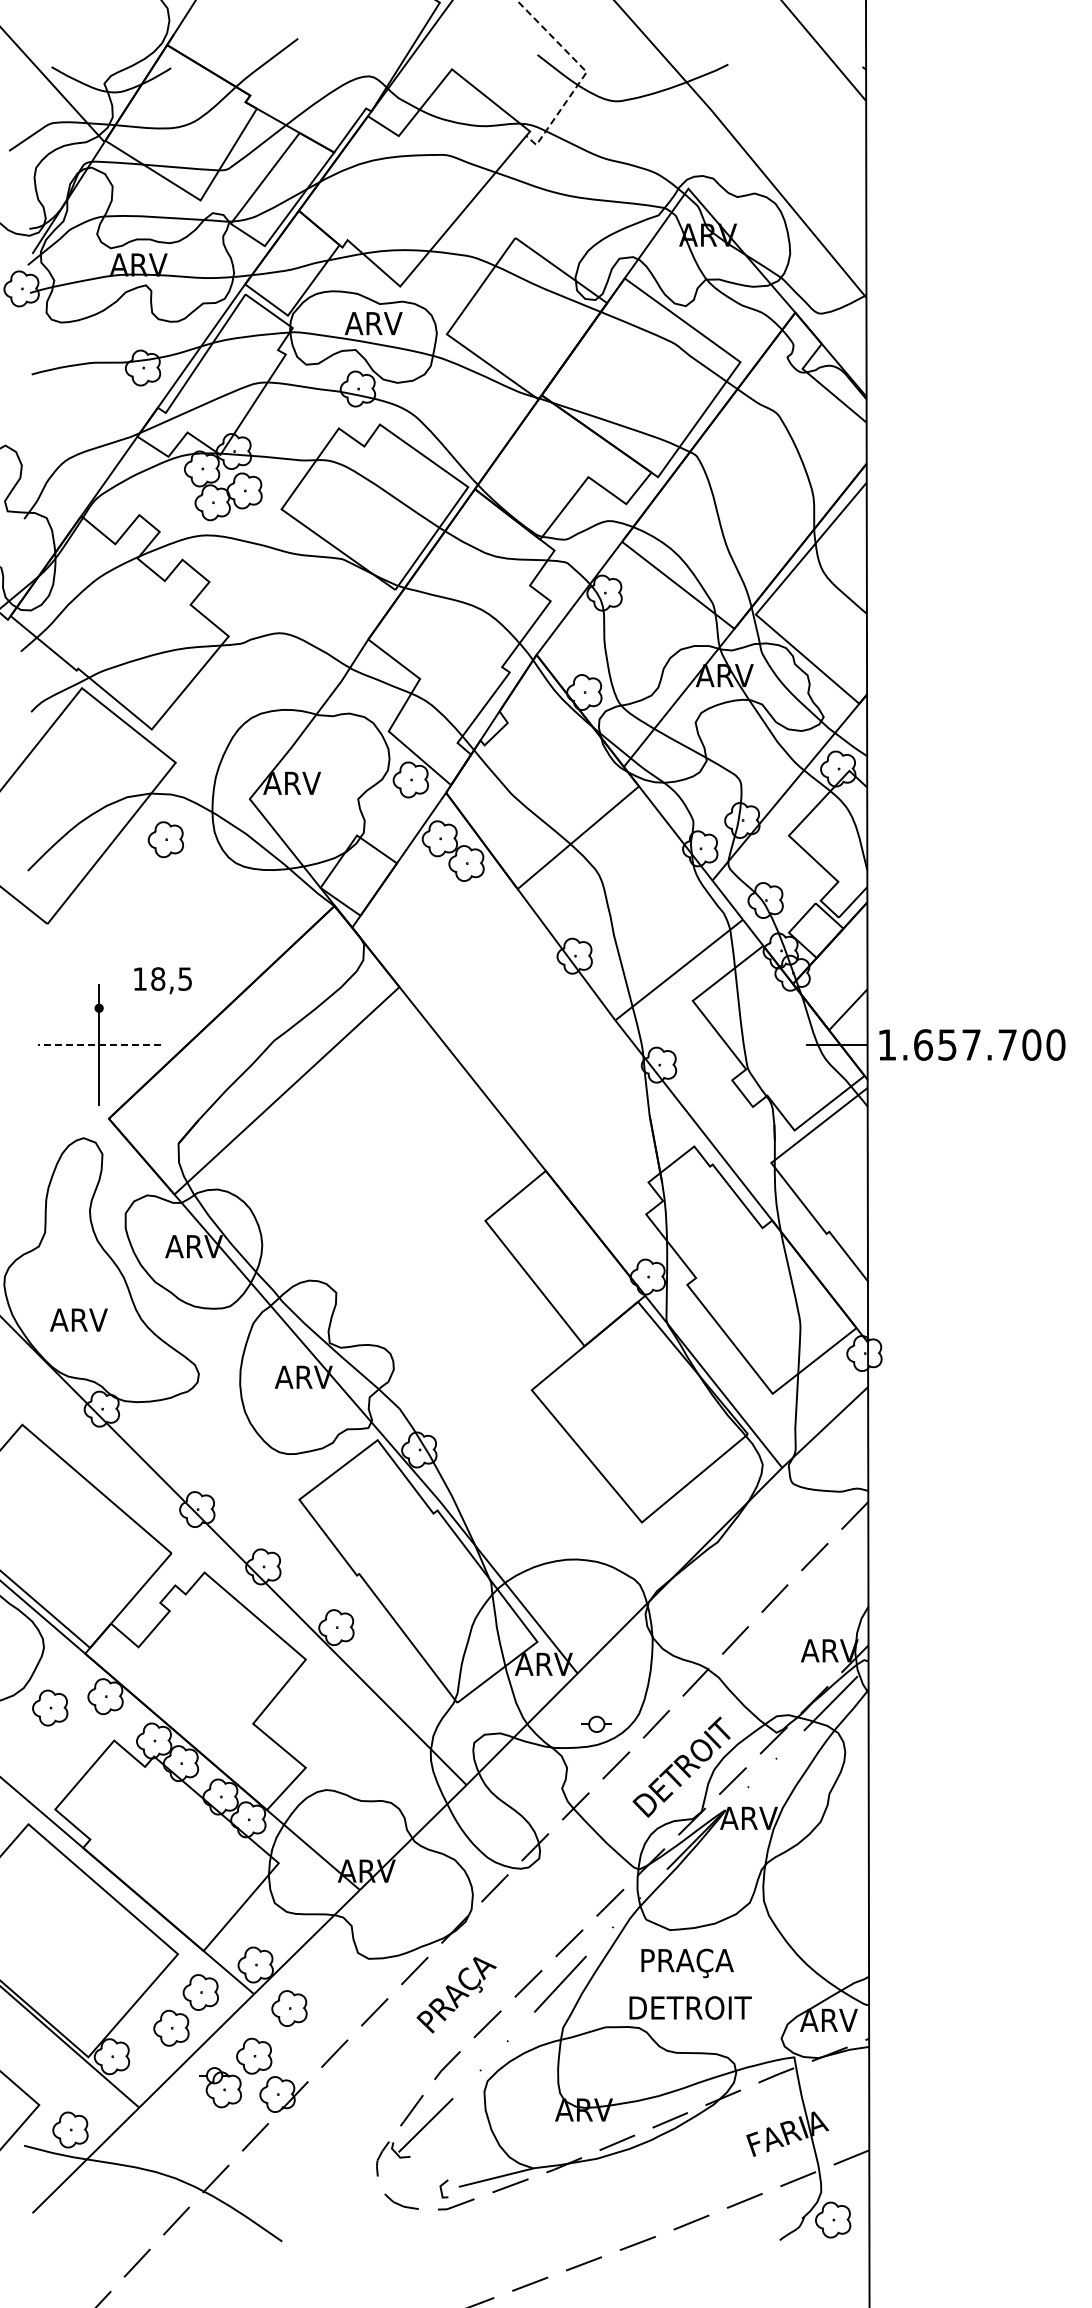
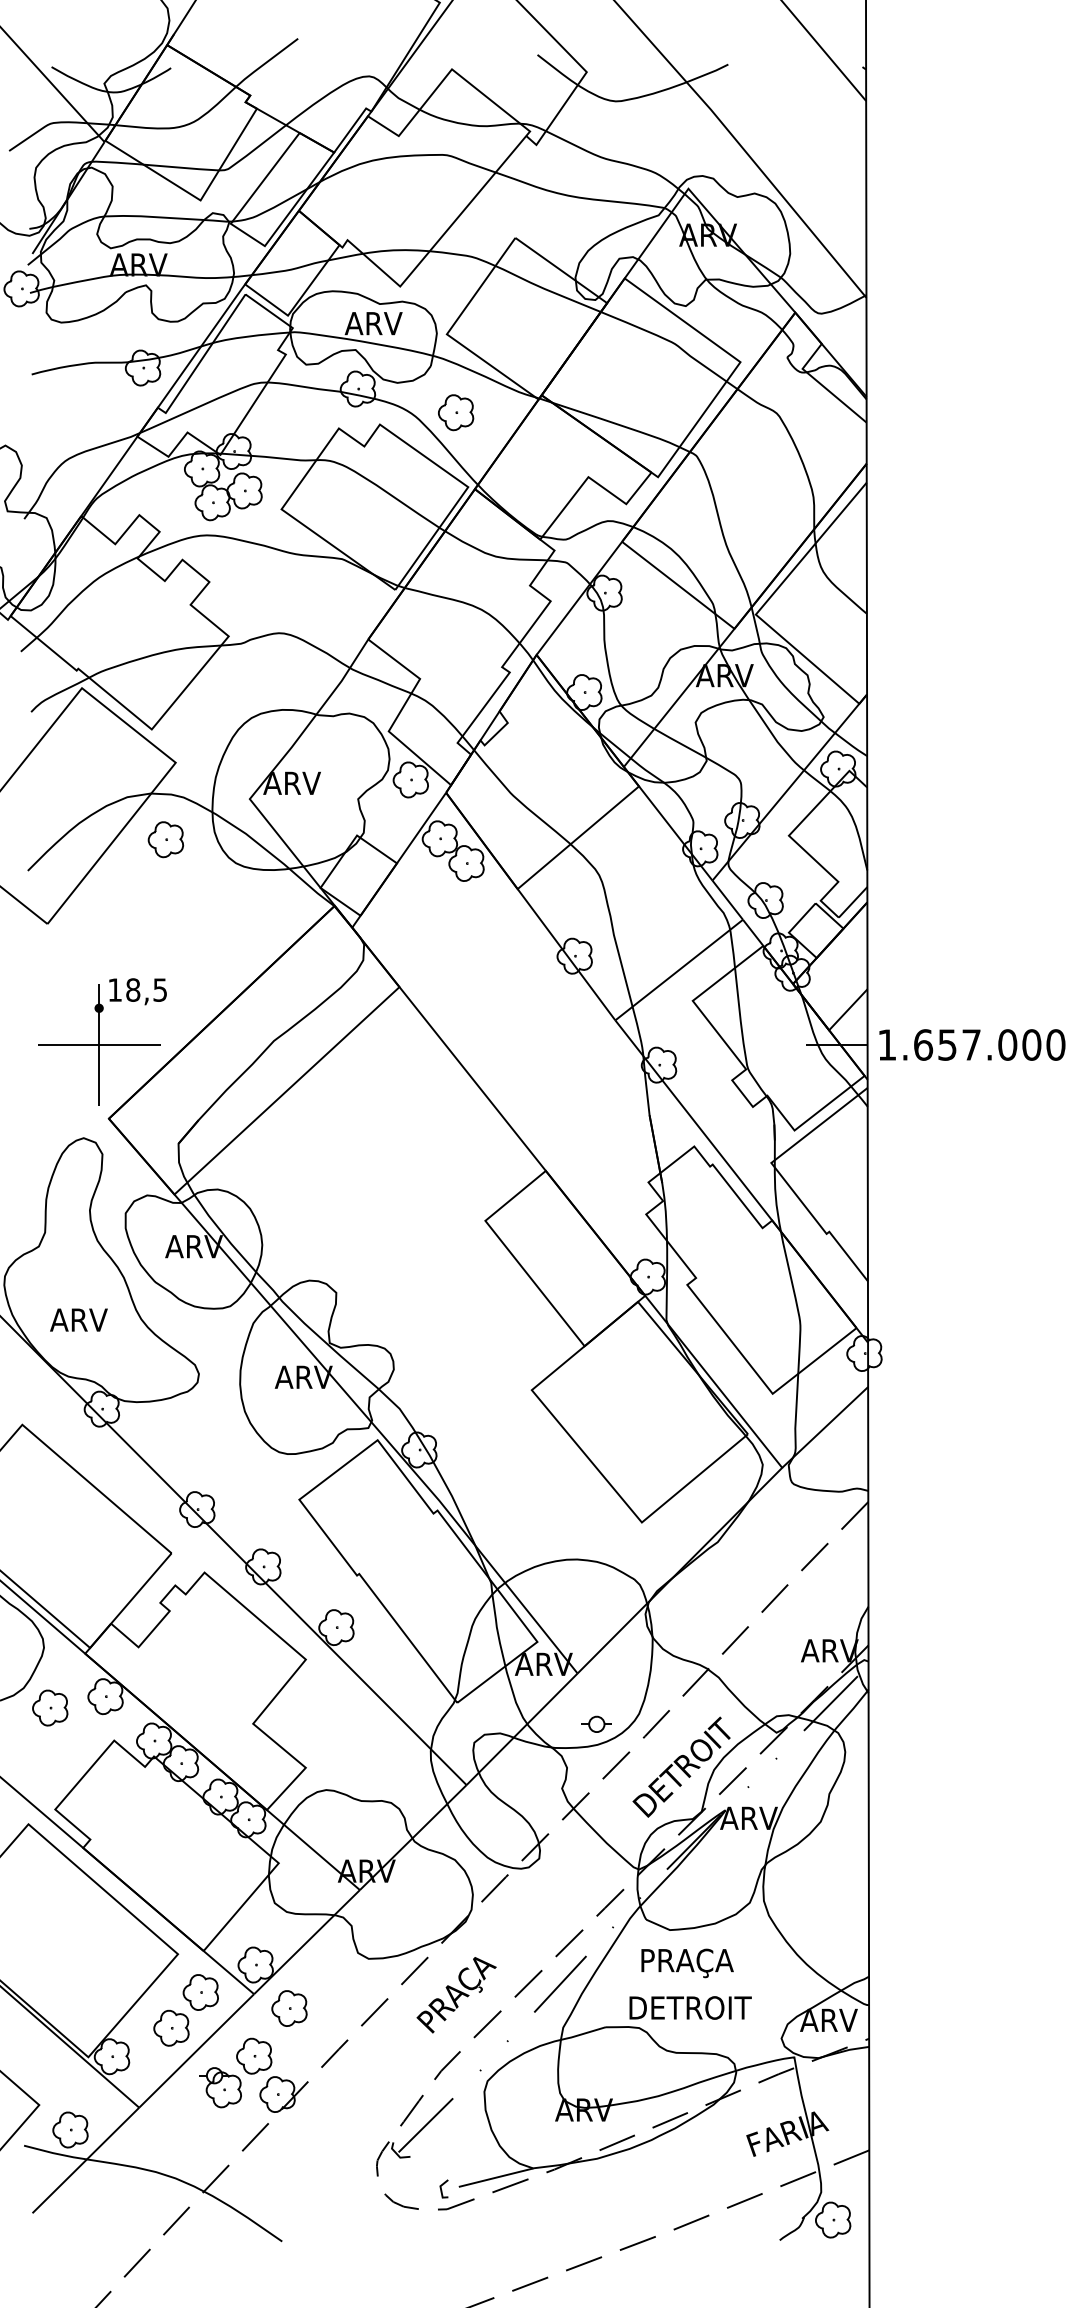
line at (585, 73): dashed -> solid
part at (456, 412): none -> present
text at (162, 980) position: (162, 980) -> (137, 991)
text at (1007, 1044): 1.657.700 -> 1.657.000
line at (98, 1045): dashed -> solid
